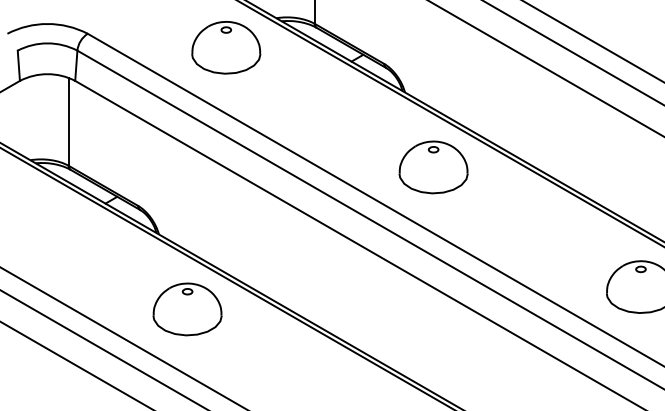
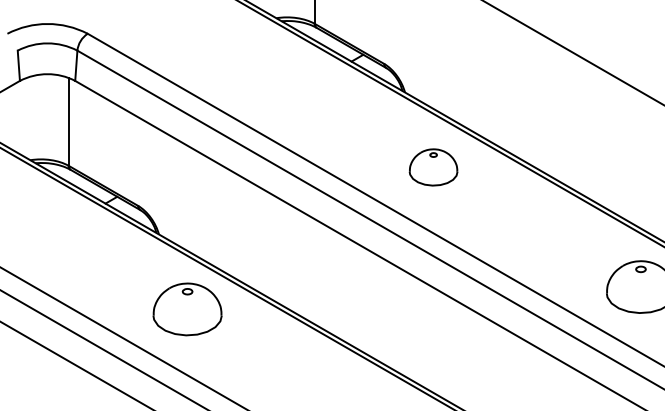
line at (593, 41): present -> none
part at (226, 47): present -> none
line at (546, 68): present -> none
part at (433, 167) size: 71x55 px -> 51x39 px
